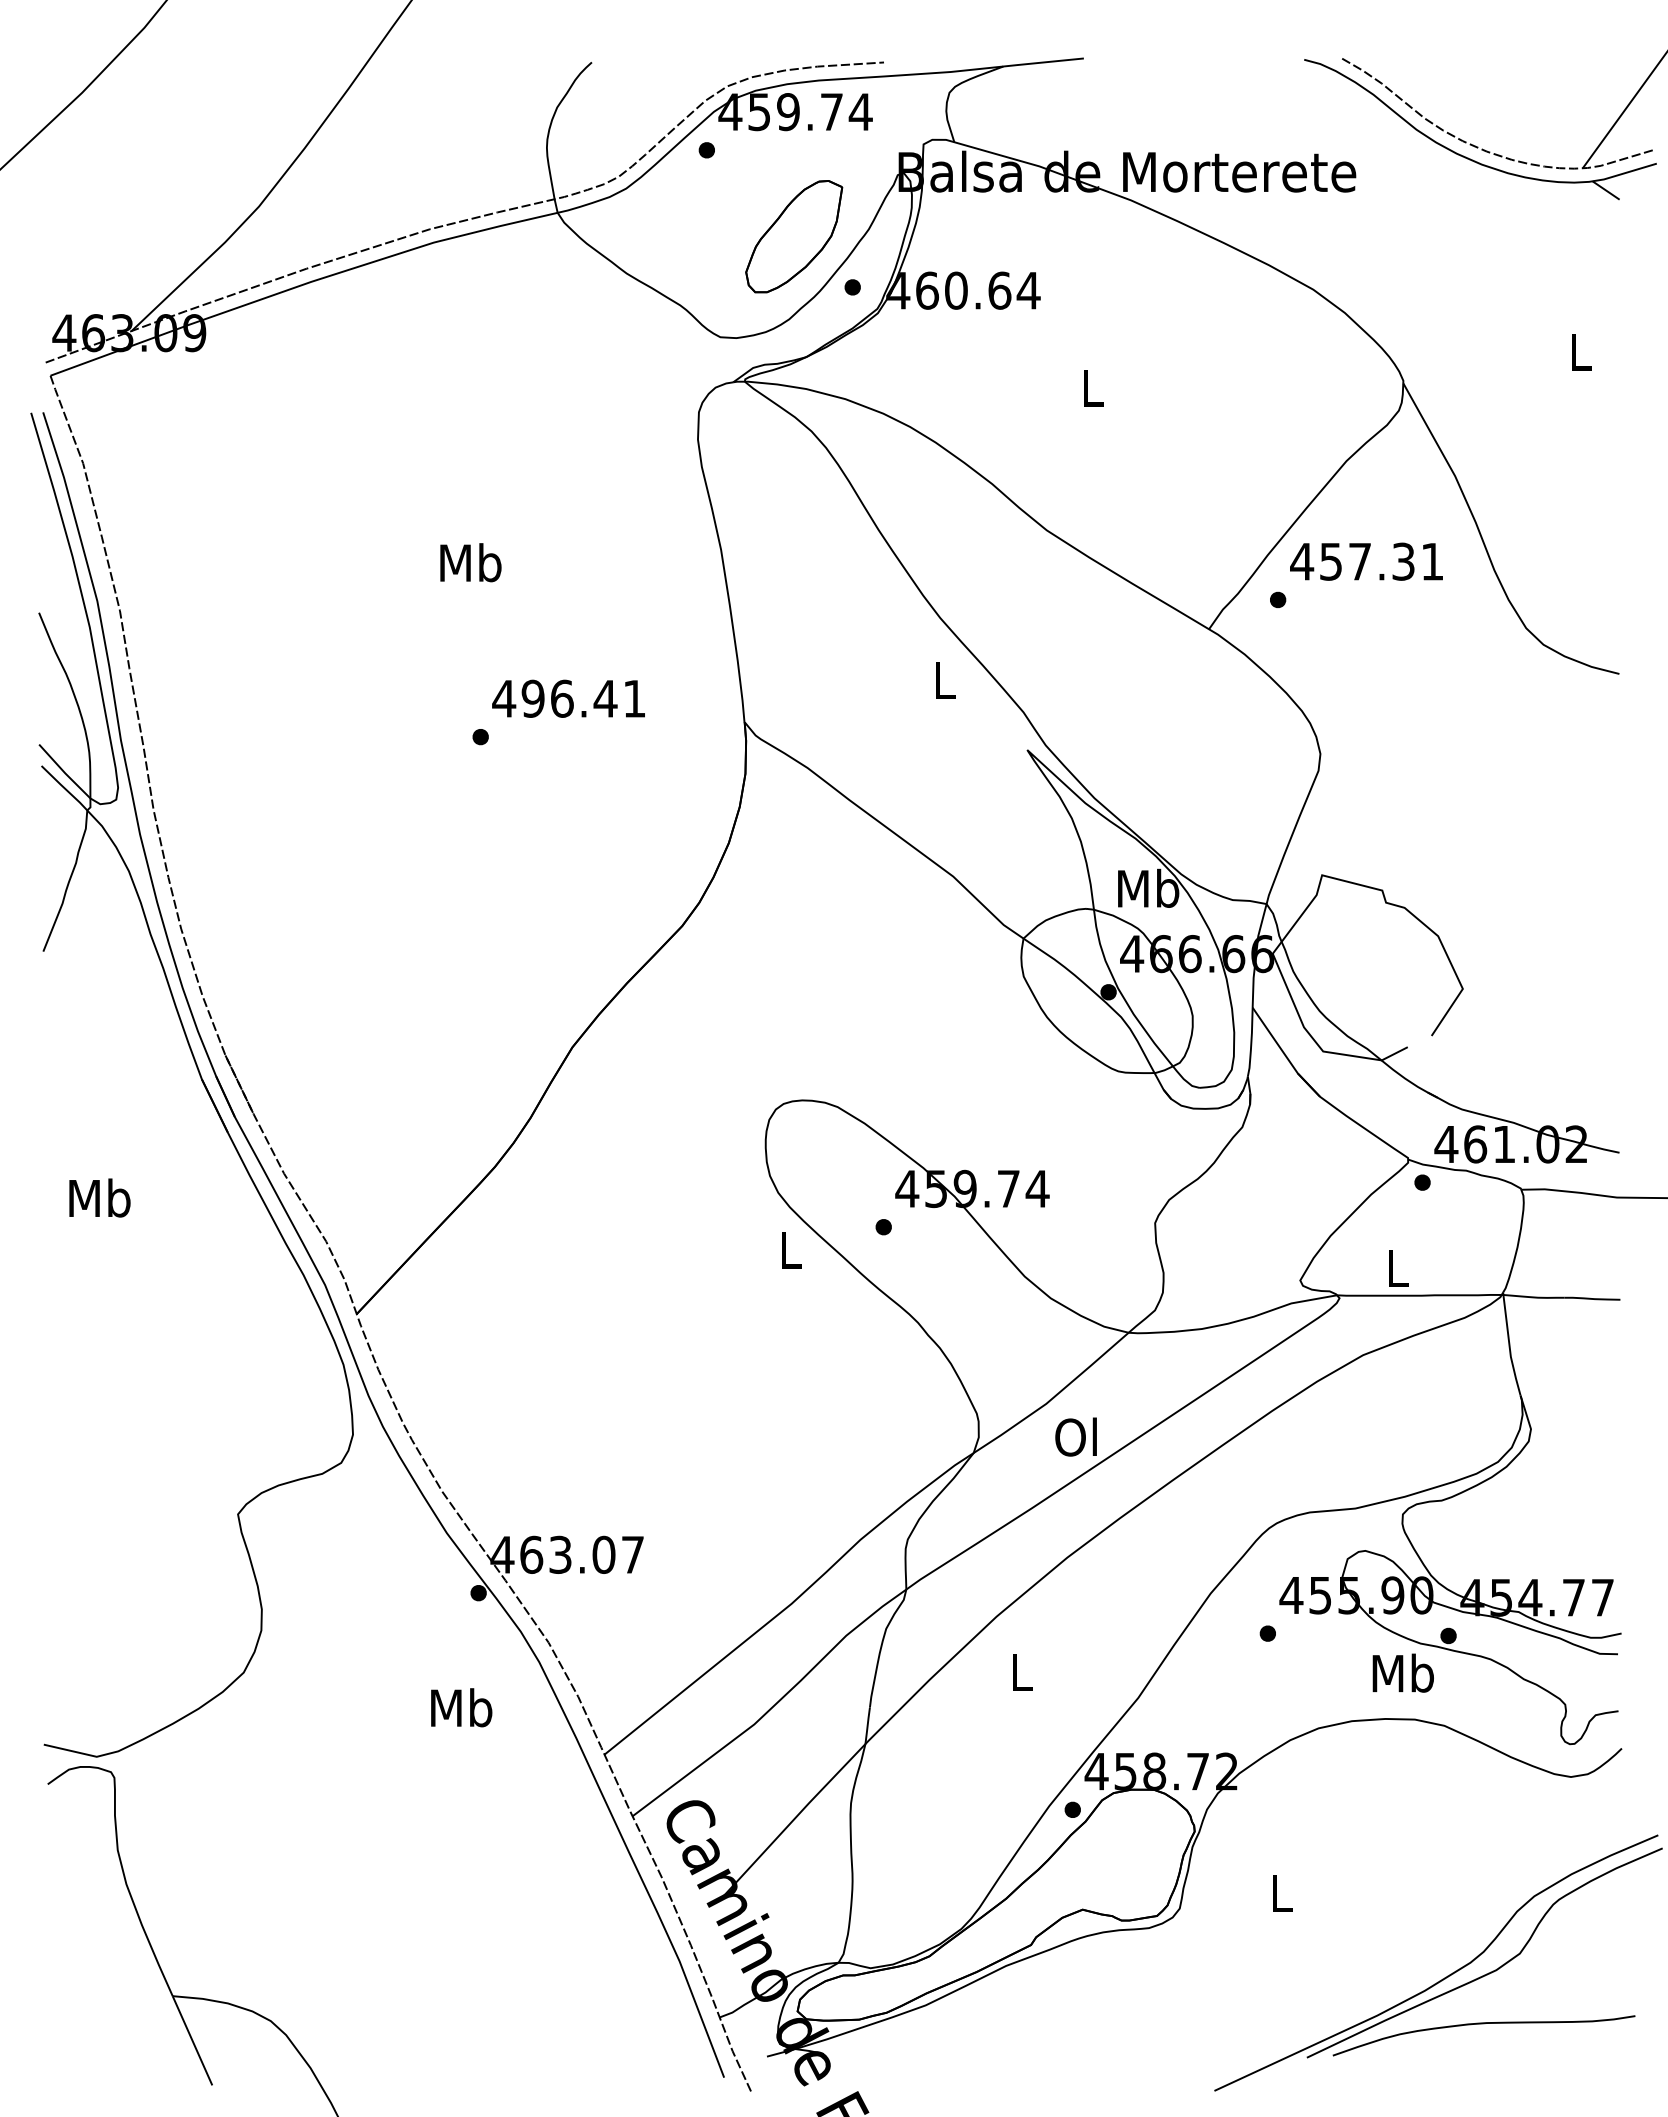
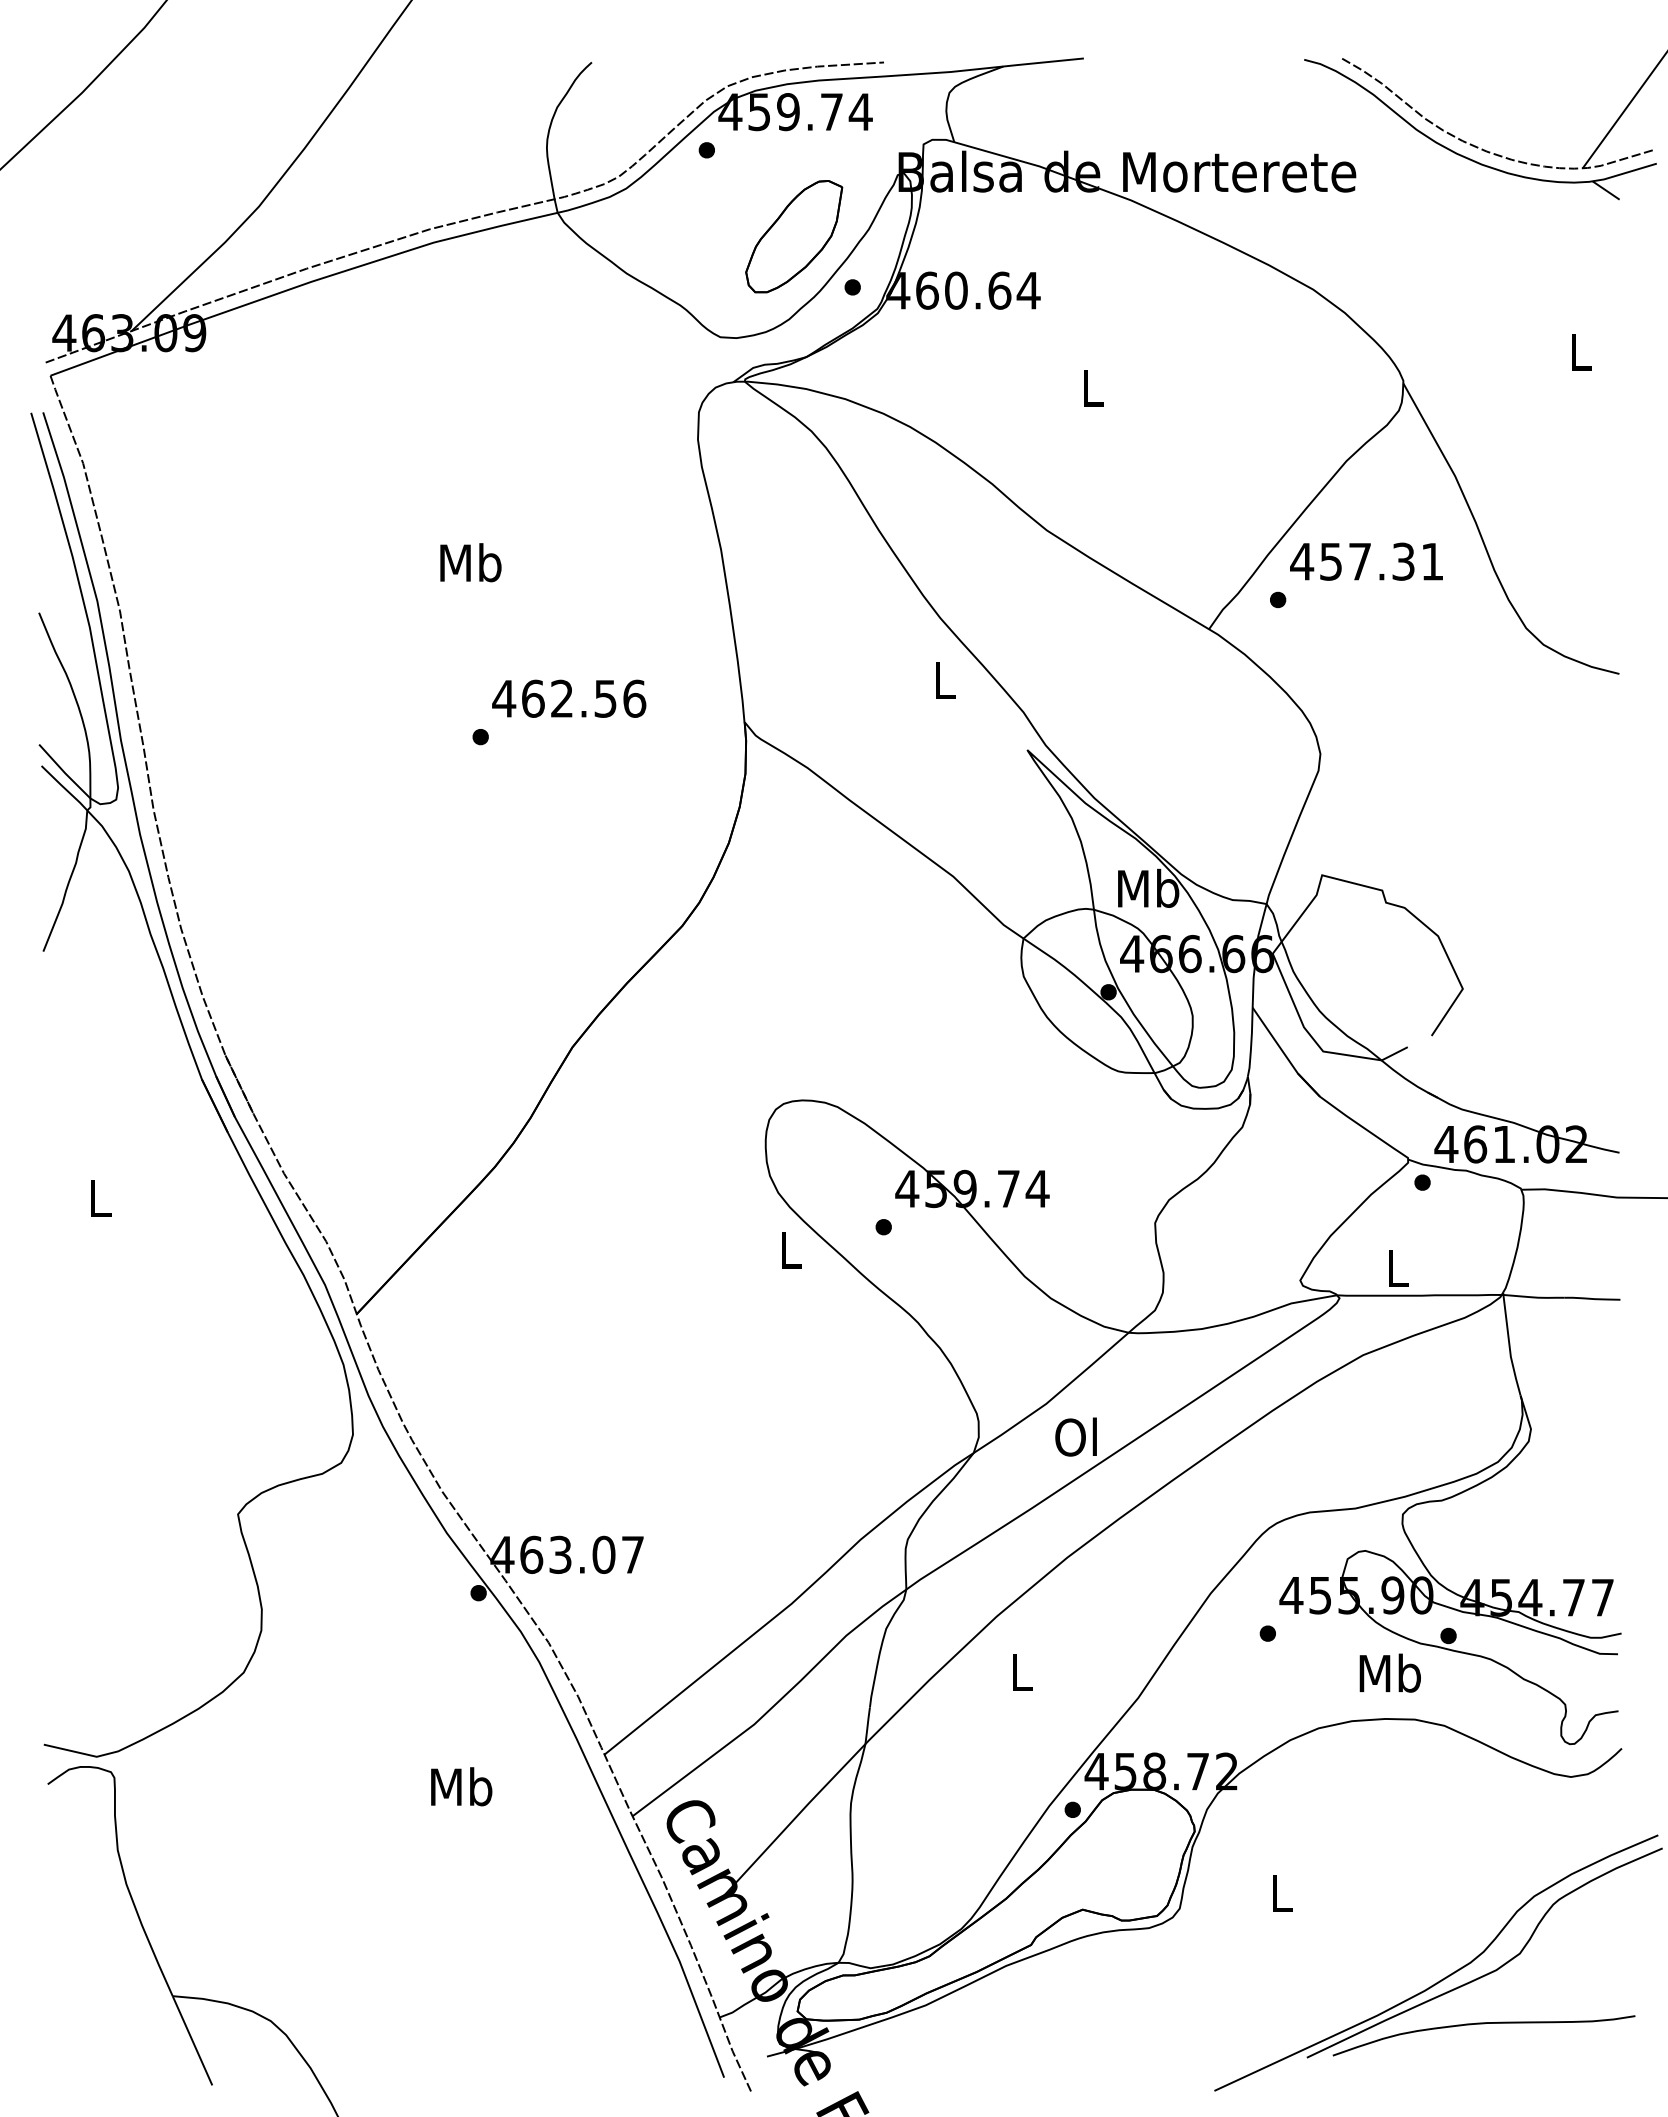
text at (583, 698): 496.41 -> 462.56
text at (99, 1197): Mb -> L
text at (1402, 1672) position: (1402, 1672) -> (1389, 1672)
text at (461, 1707) position: (461, 1707) -> (461, 1786)
